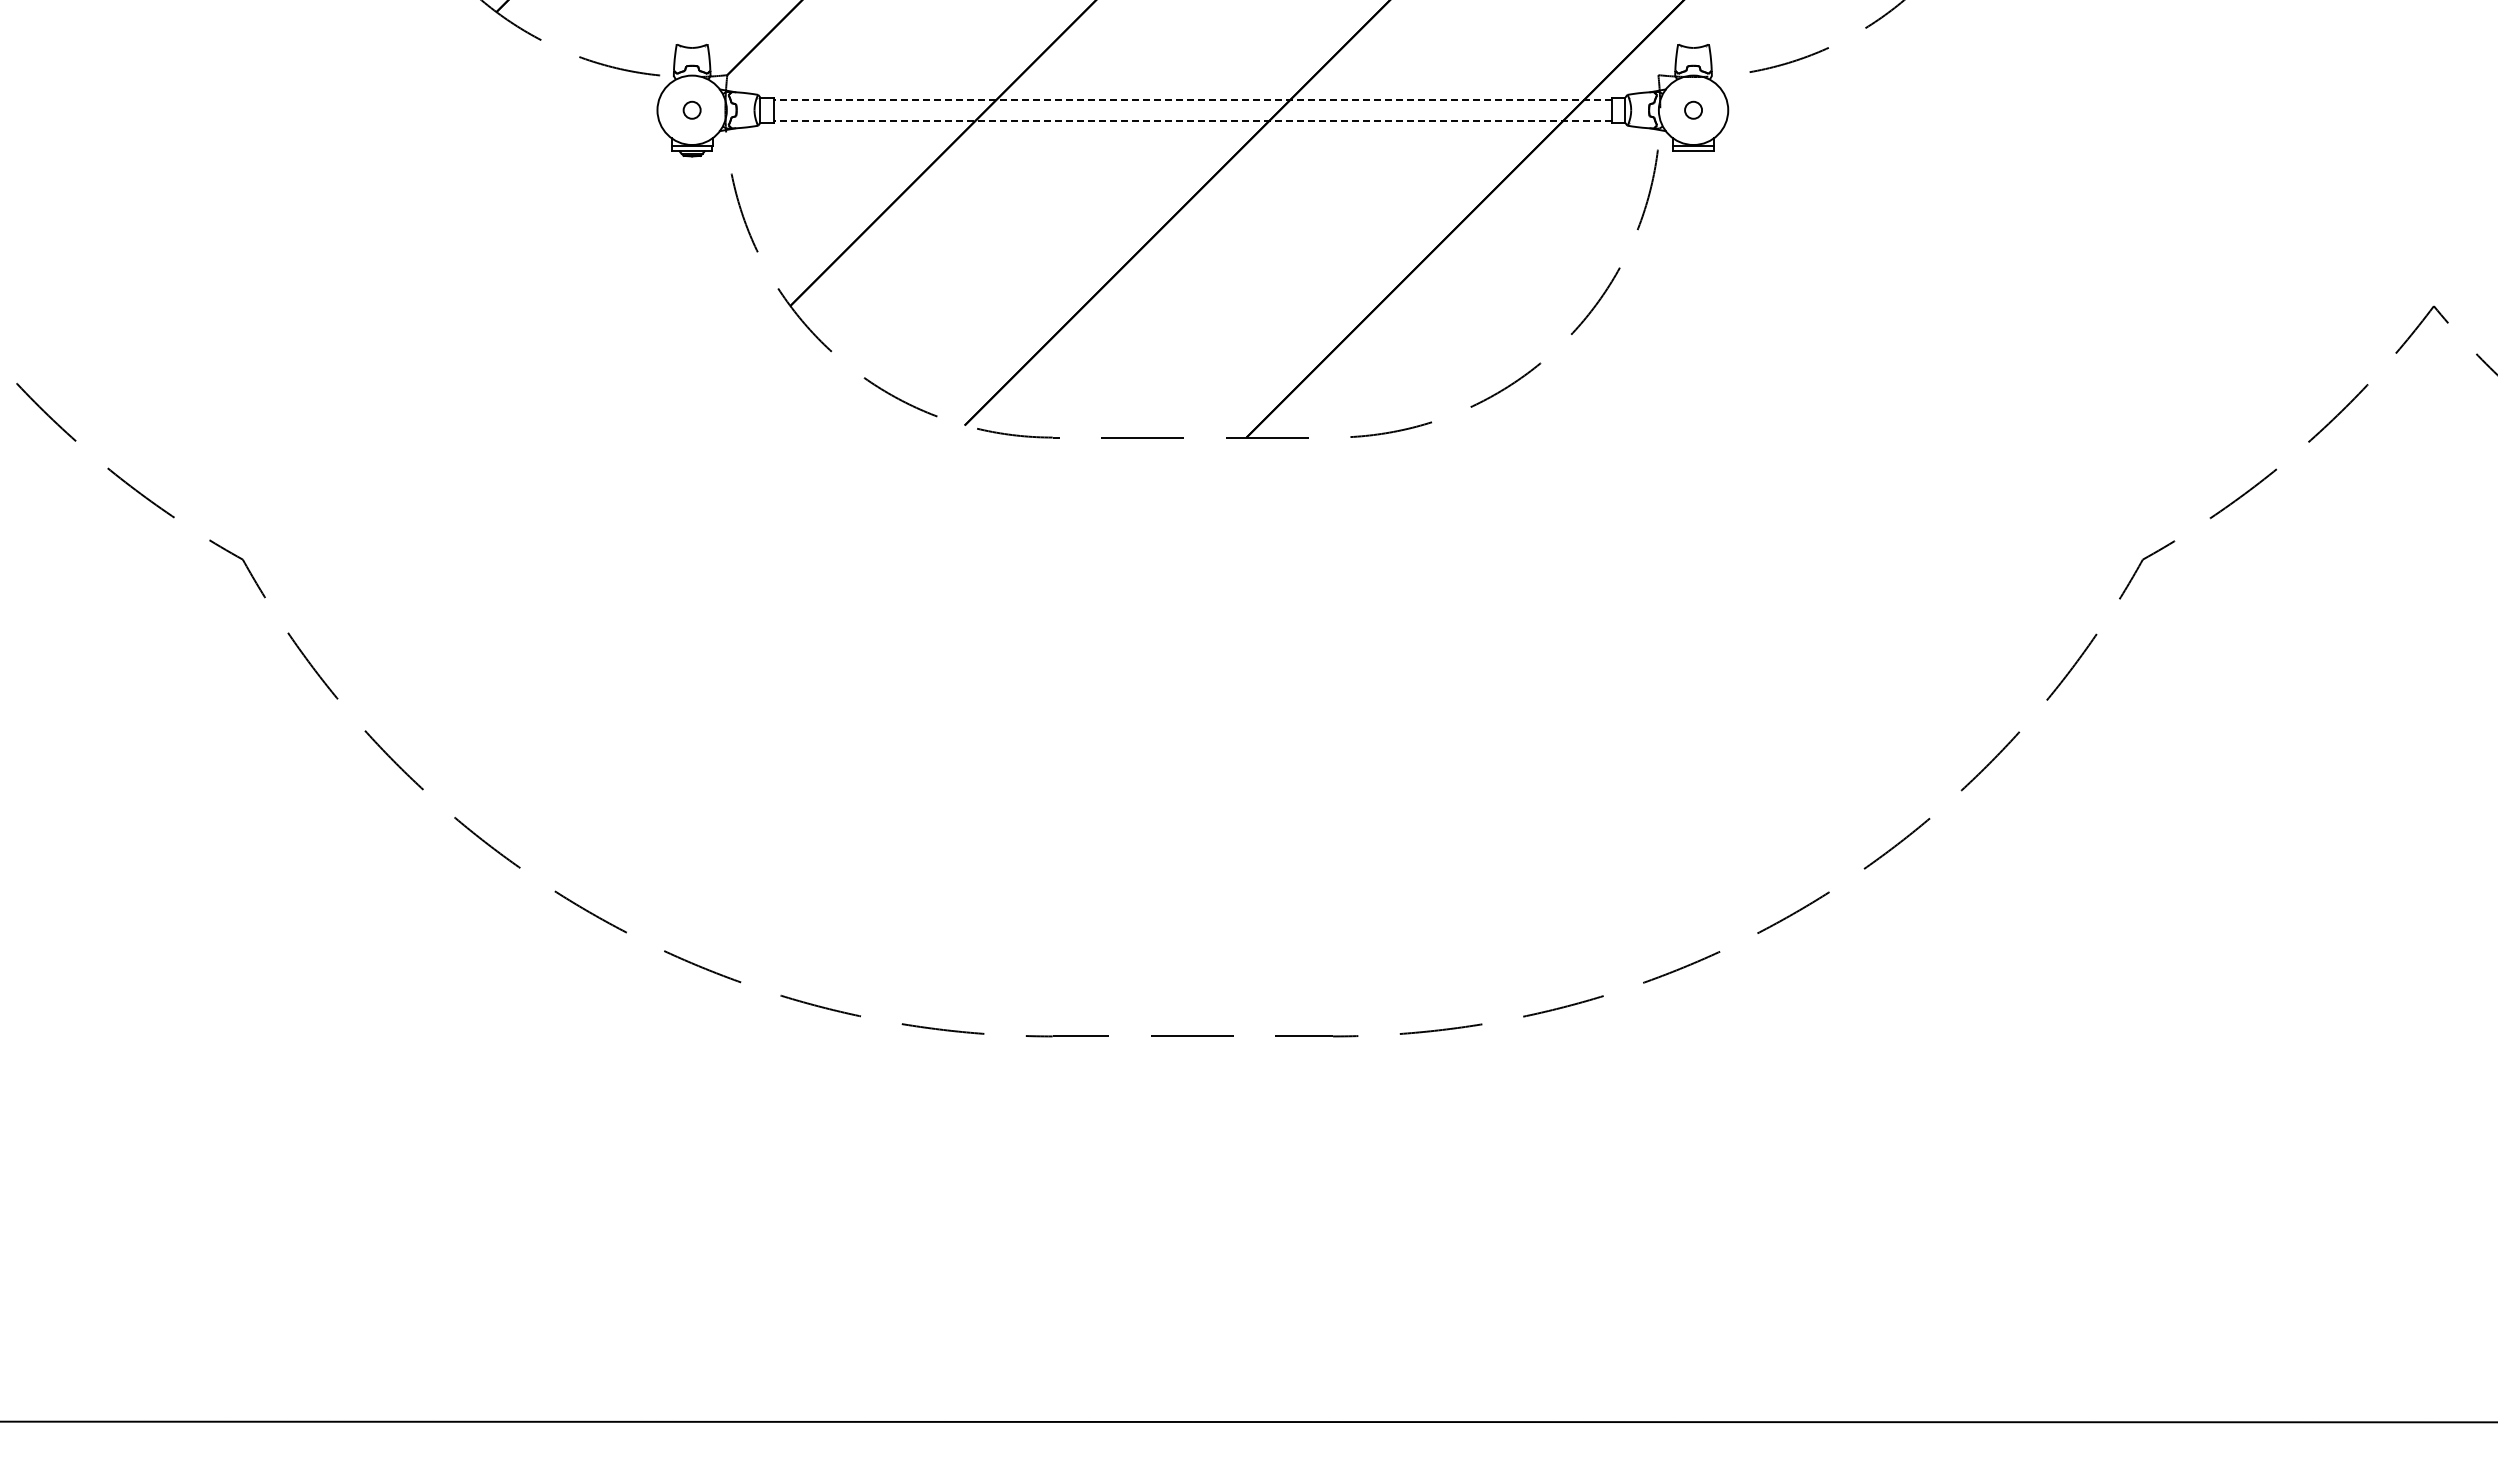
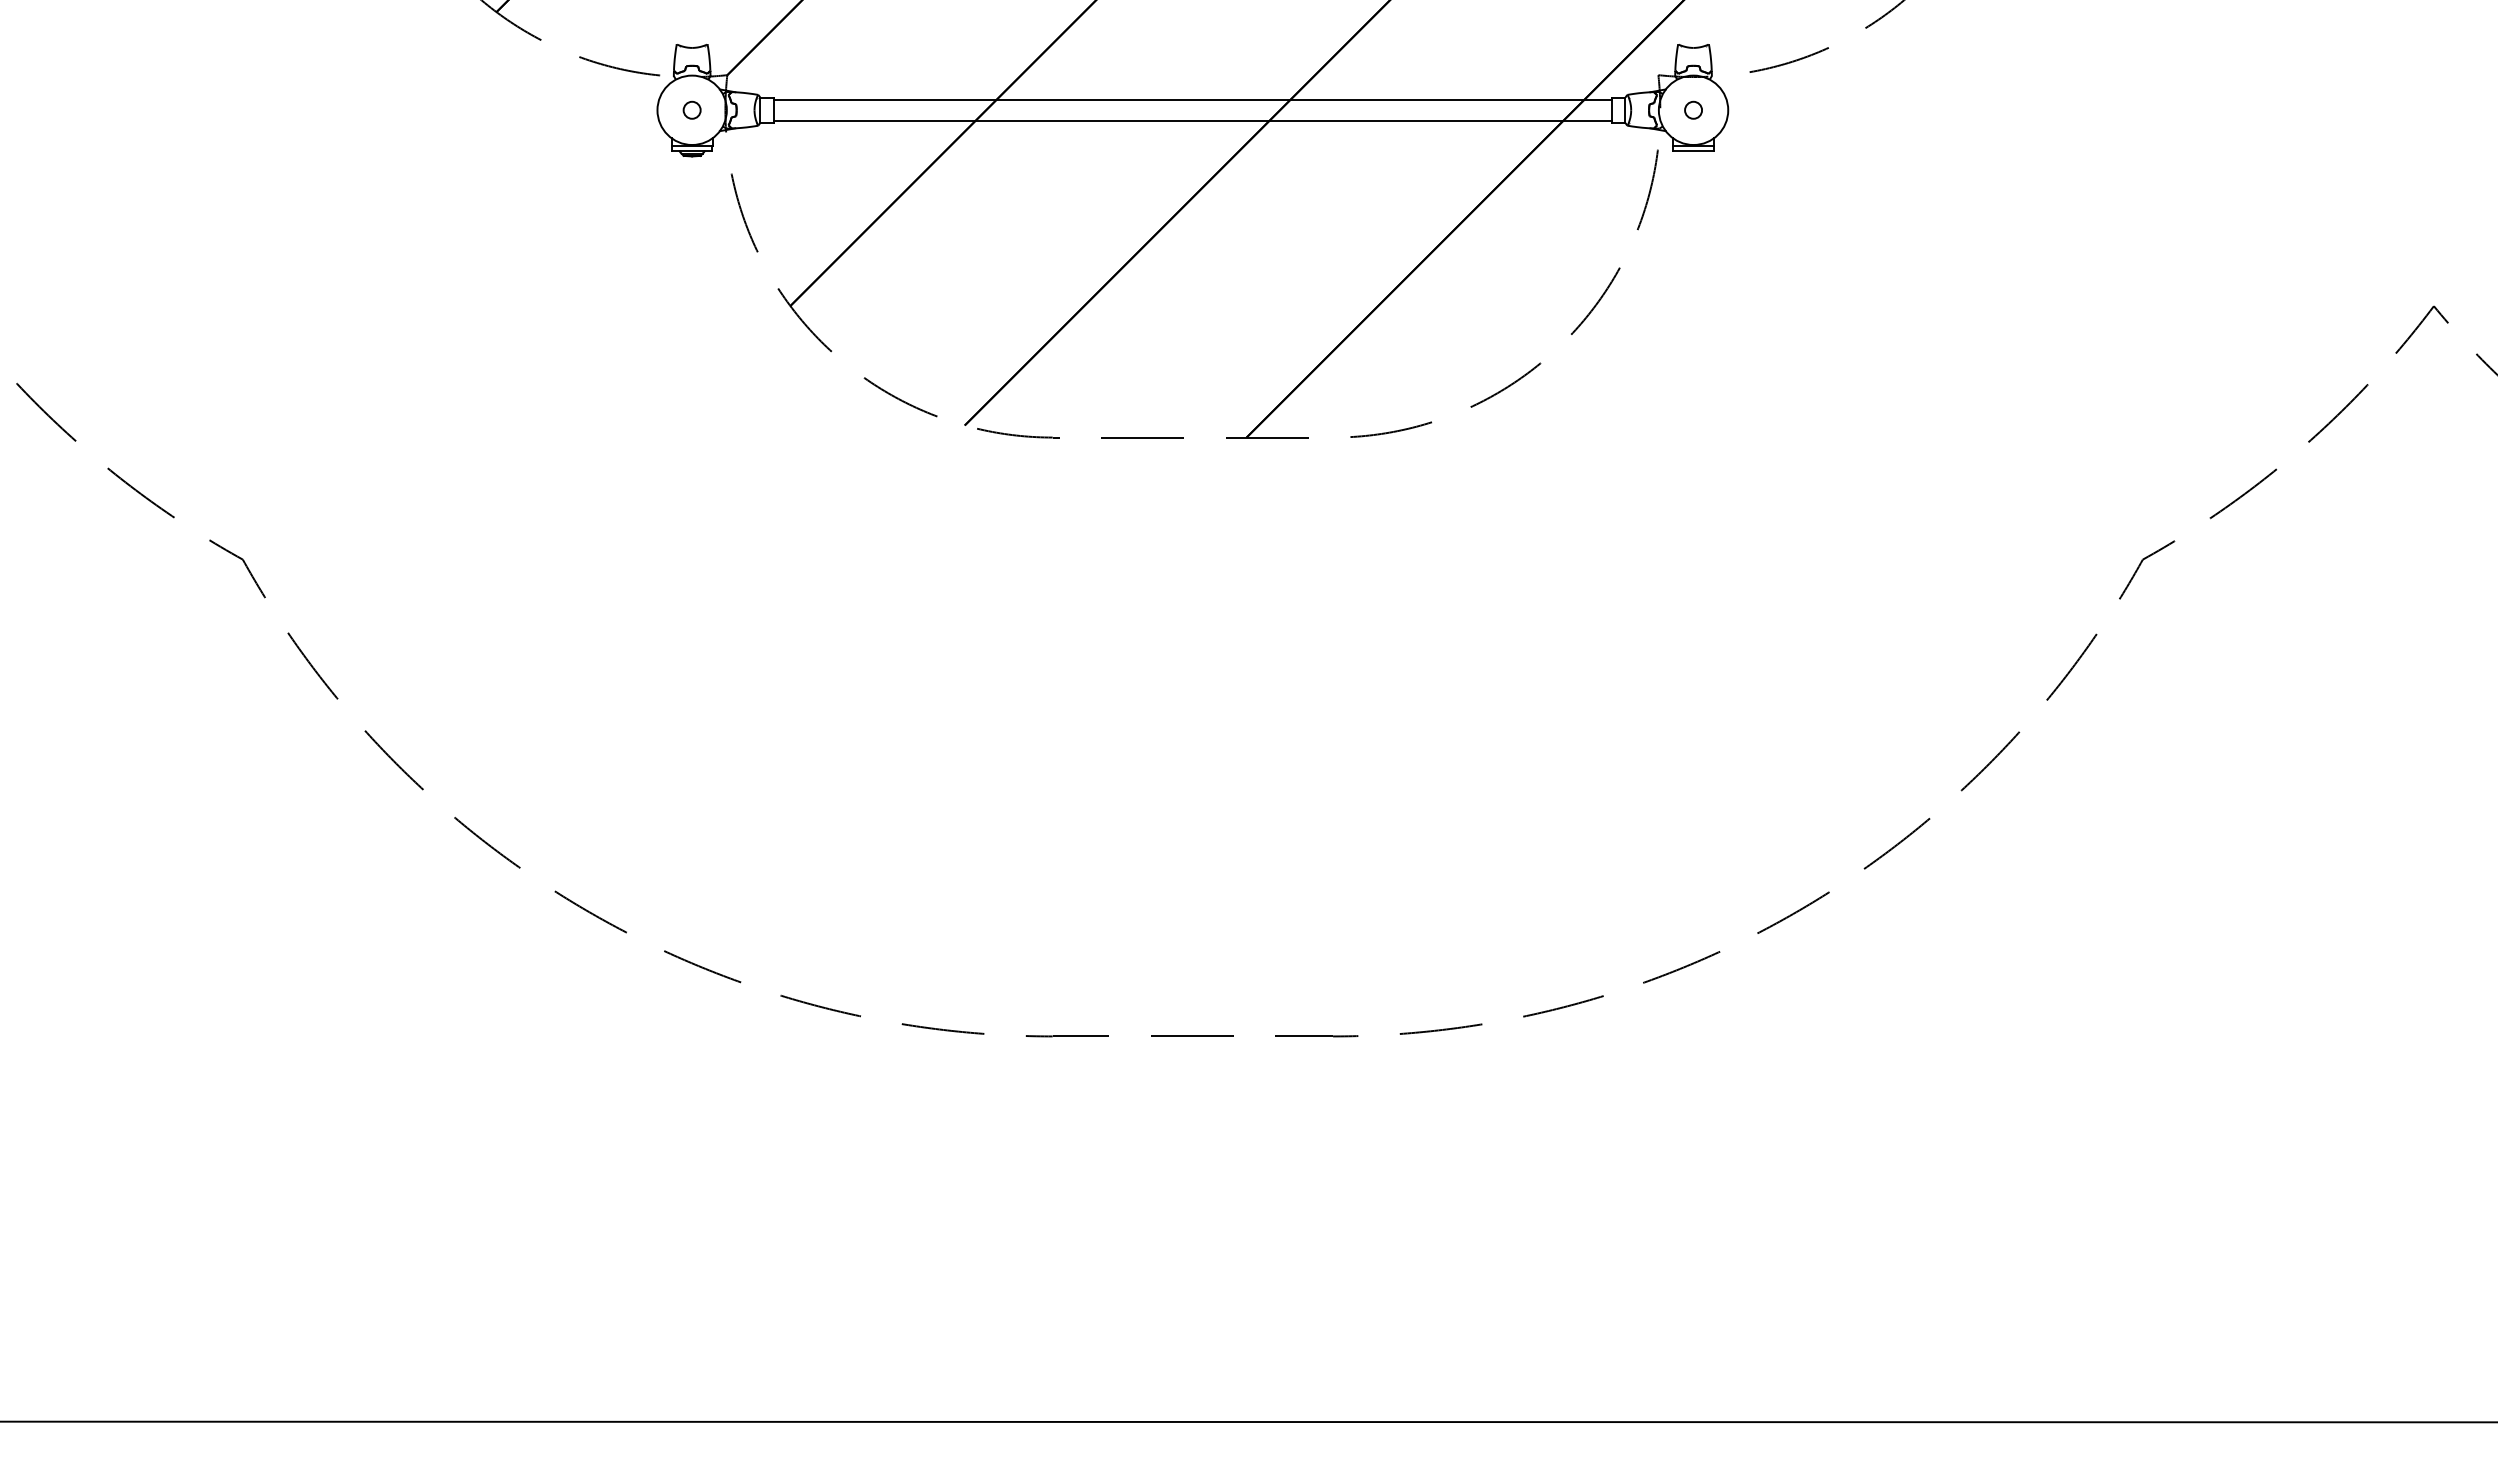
line at (1192, 99): dashed -> solid
line at (1192, 120): dashed -> solid
